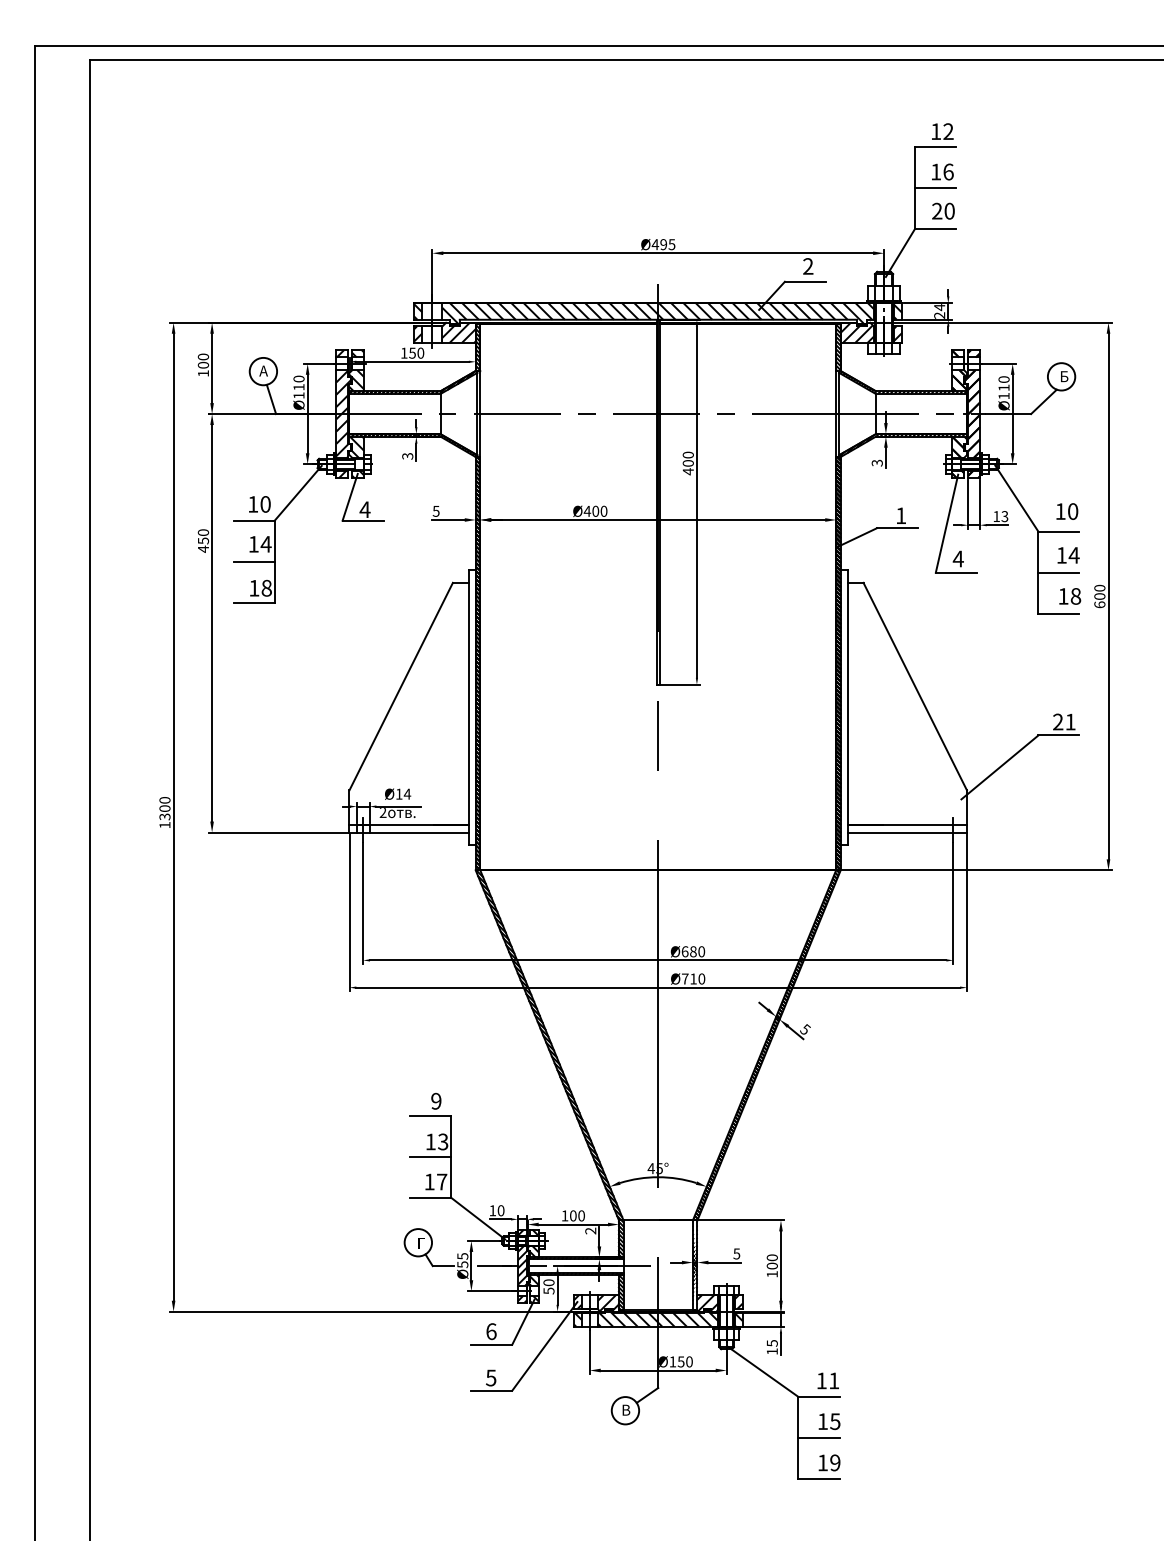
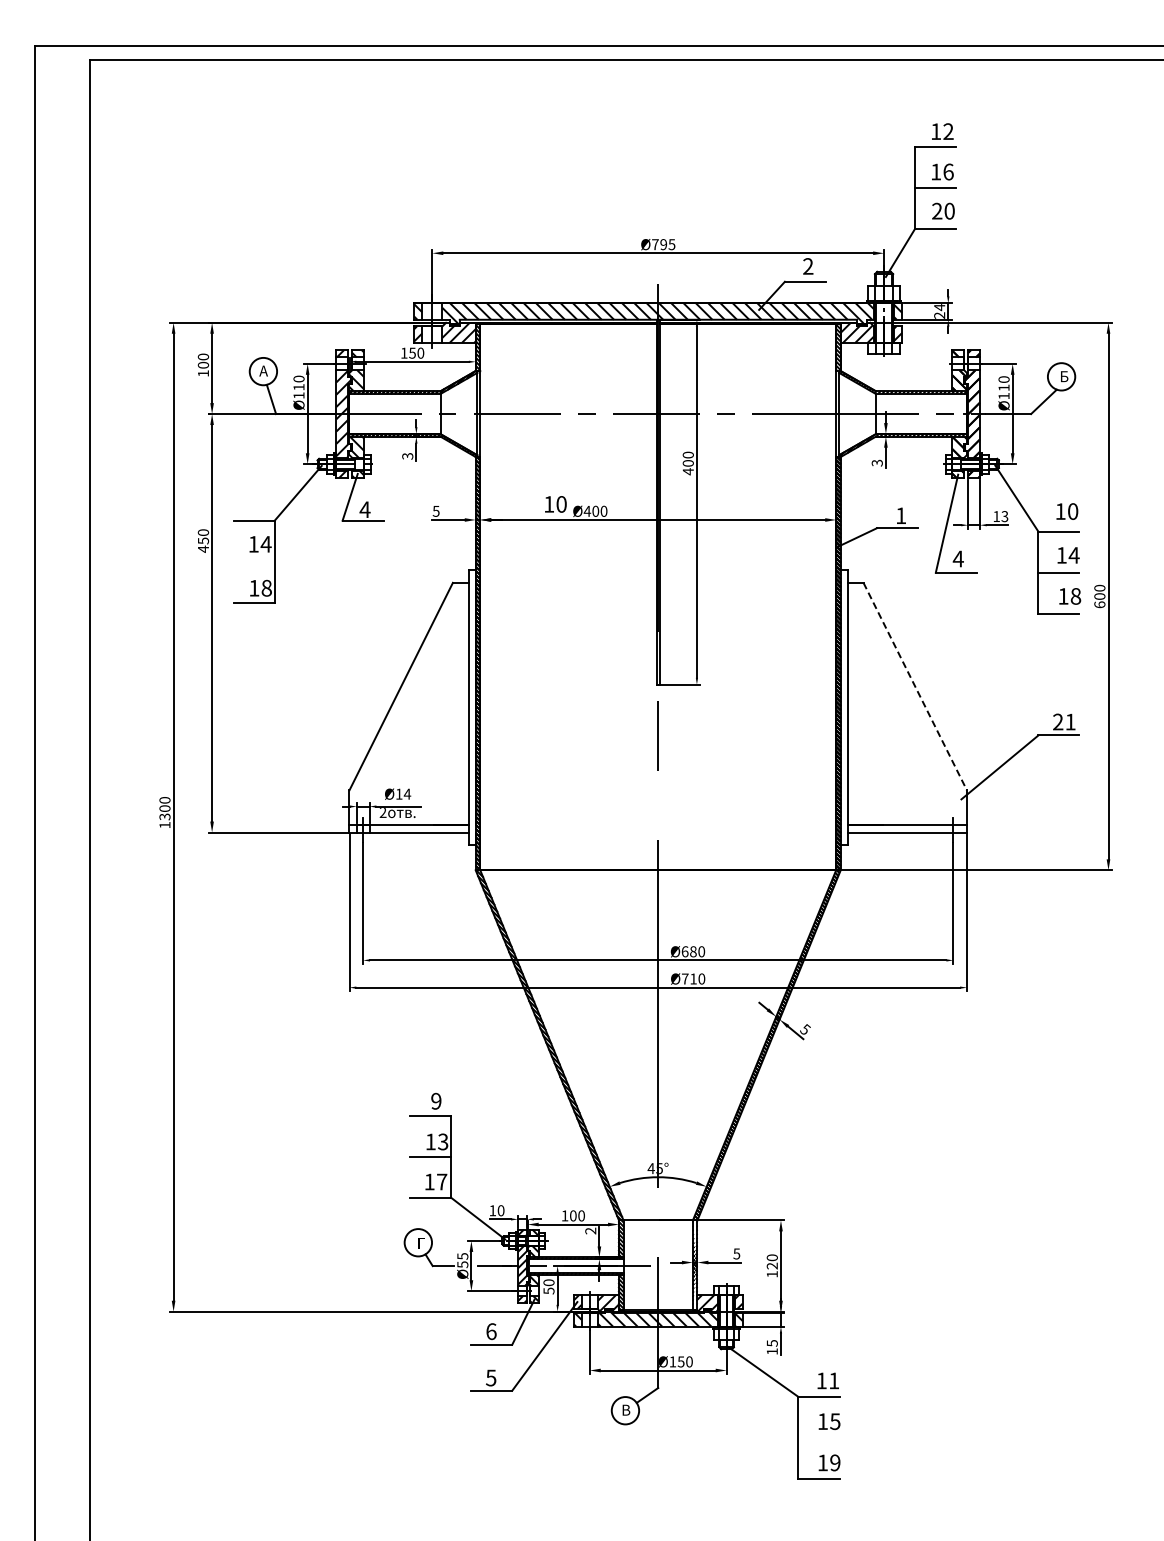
text at (655, 244): Ø495 -> Ø795
text at (259, 504) position: (259, 504) -> (555, 504)
line at (253, 561): present -> none
line at (915, 686): solid -> dashed
text at (771, 1265): 100 -> 120
line at (818, 1438): present -> none
